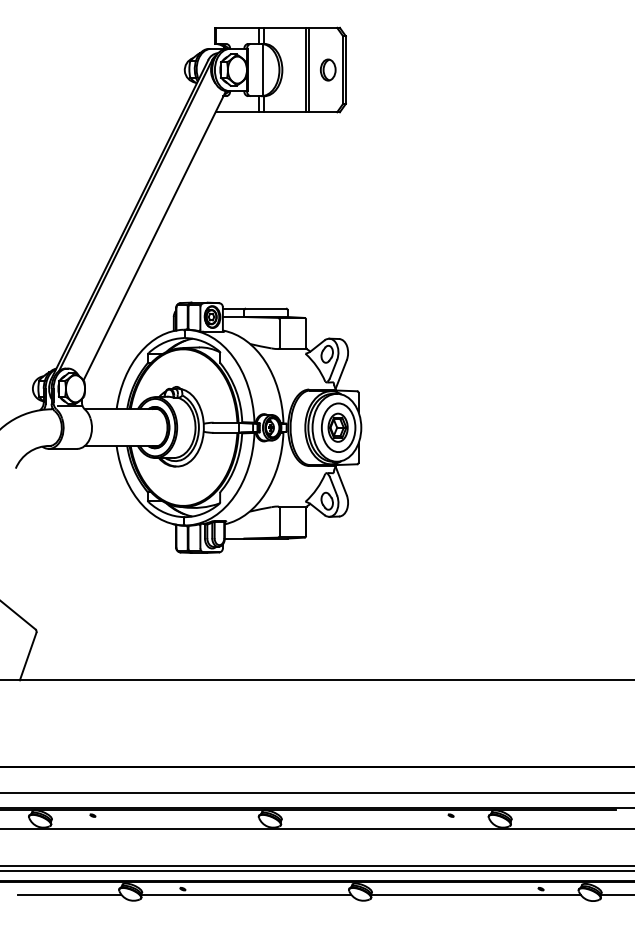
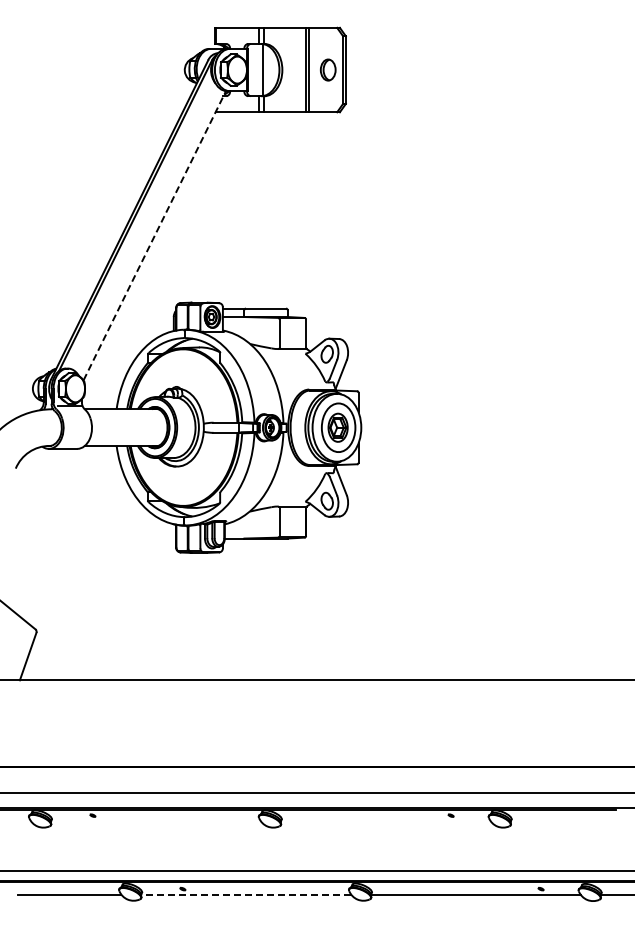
line at (155, 235): solid -> dashed
line at (316, 829): present -> none
line at (316, 866): present -> none
line at (245, 894): solid -> dashed
